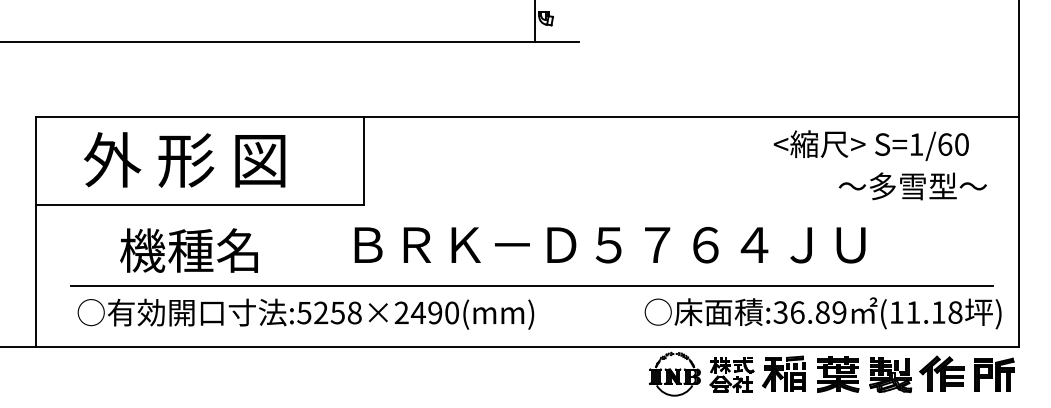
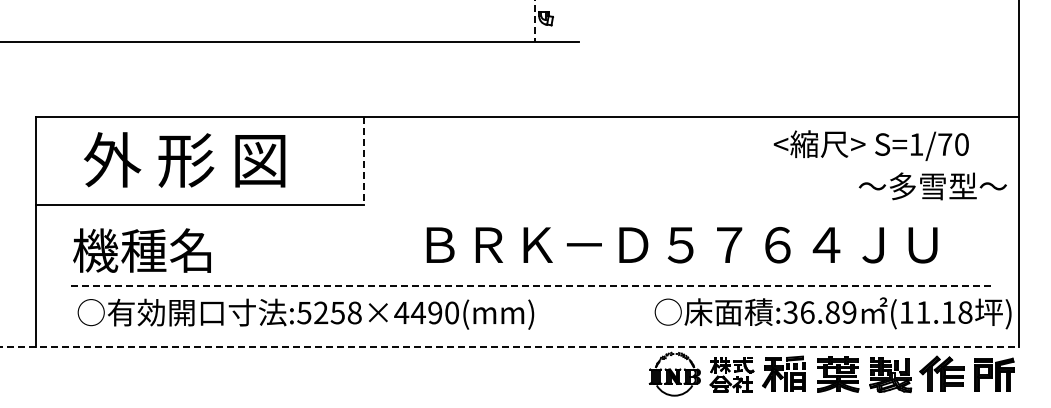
line at (534, 21): solid -> dashed
text at (945, 144): S=1/60 -> S=1/70
line at (363, 161): solid -> dashed
text at (912, 186) position: (912, 186) -> (932, 186)
text at (609, 245) position: (609, 245) -> (681, 245)
text at (188, 250) position: (188, 250) -> (141, 250)
line at (532, 286): solid -> dashed
text at (401, 312): :5258×2490(mm) -> :5258×4490(mm)
text at (822, 313) position: (822, 313) -> (832, 313)
line at (510, 347): solid -> dashed
